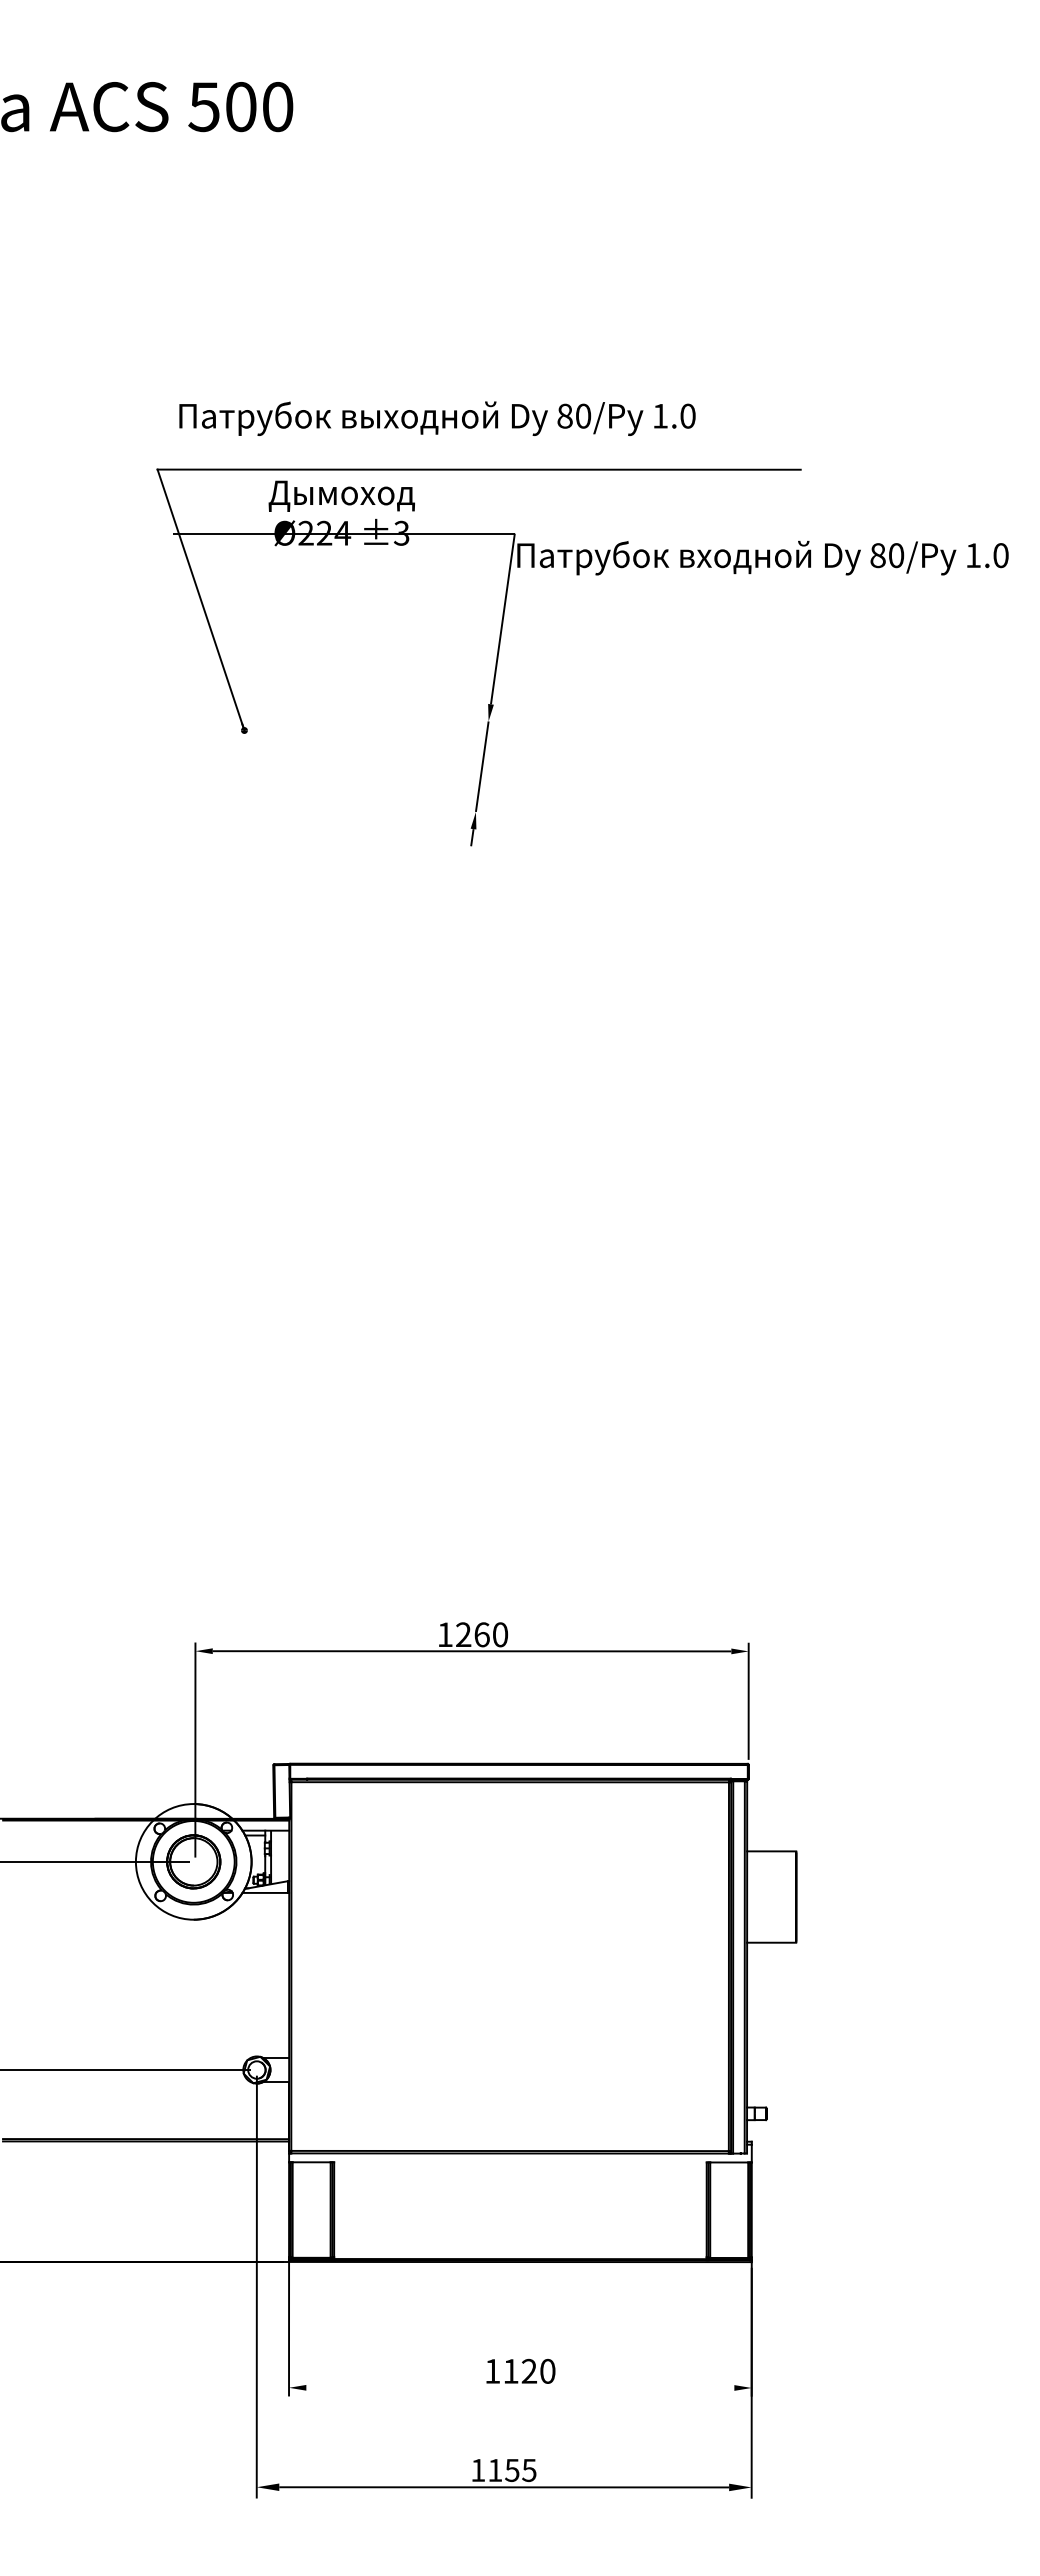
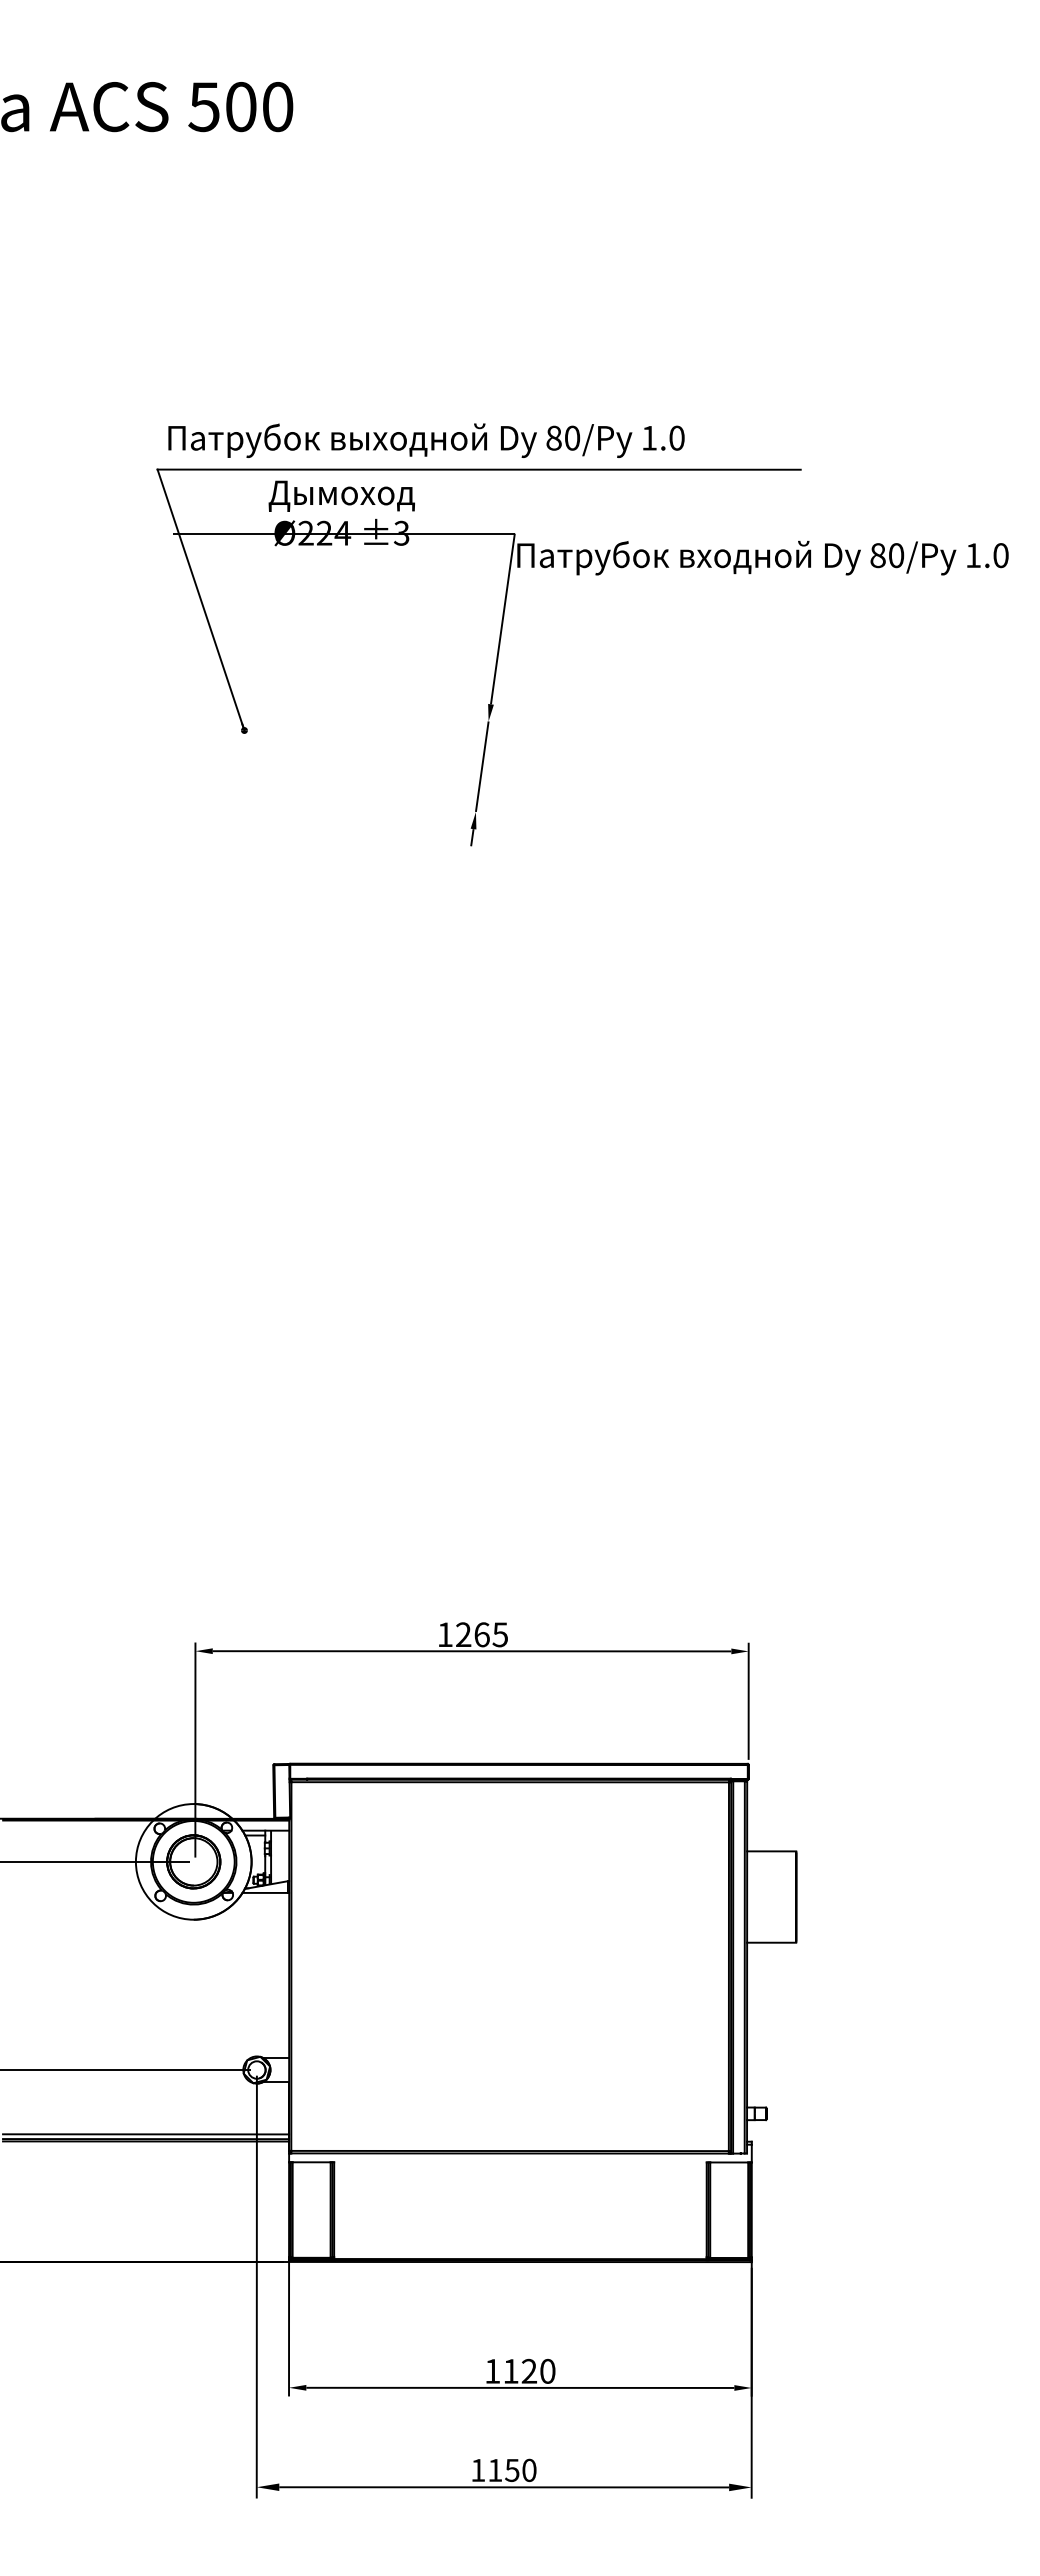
text at (437, 418) position: (437, 418) -> (426, 440)
text at (500, 1634): 1260 -> 1265
line at (146, 2134): none -> present
line at (520, 2387): none -> present
text at (529, 2469): 1155 -> 1150
